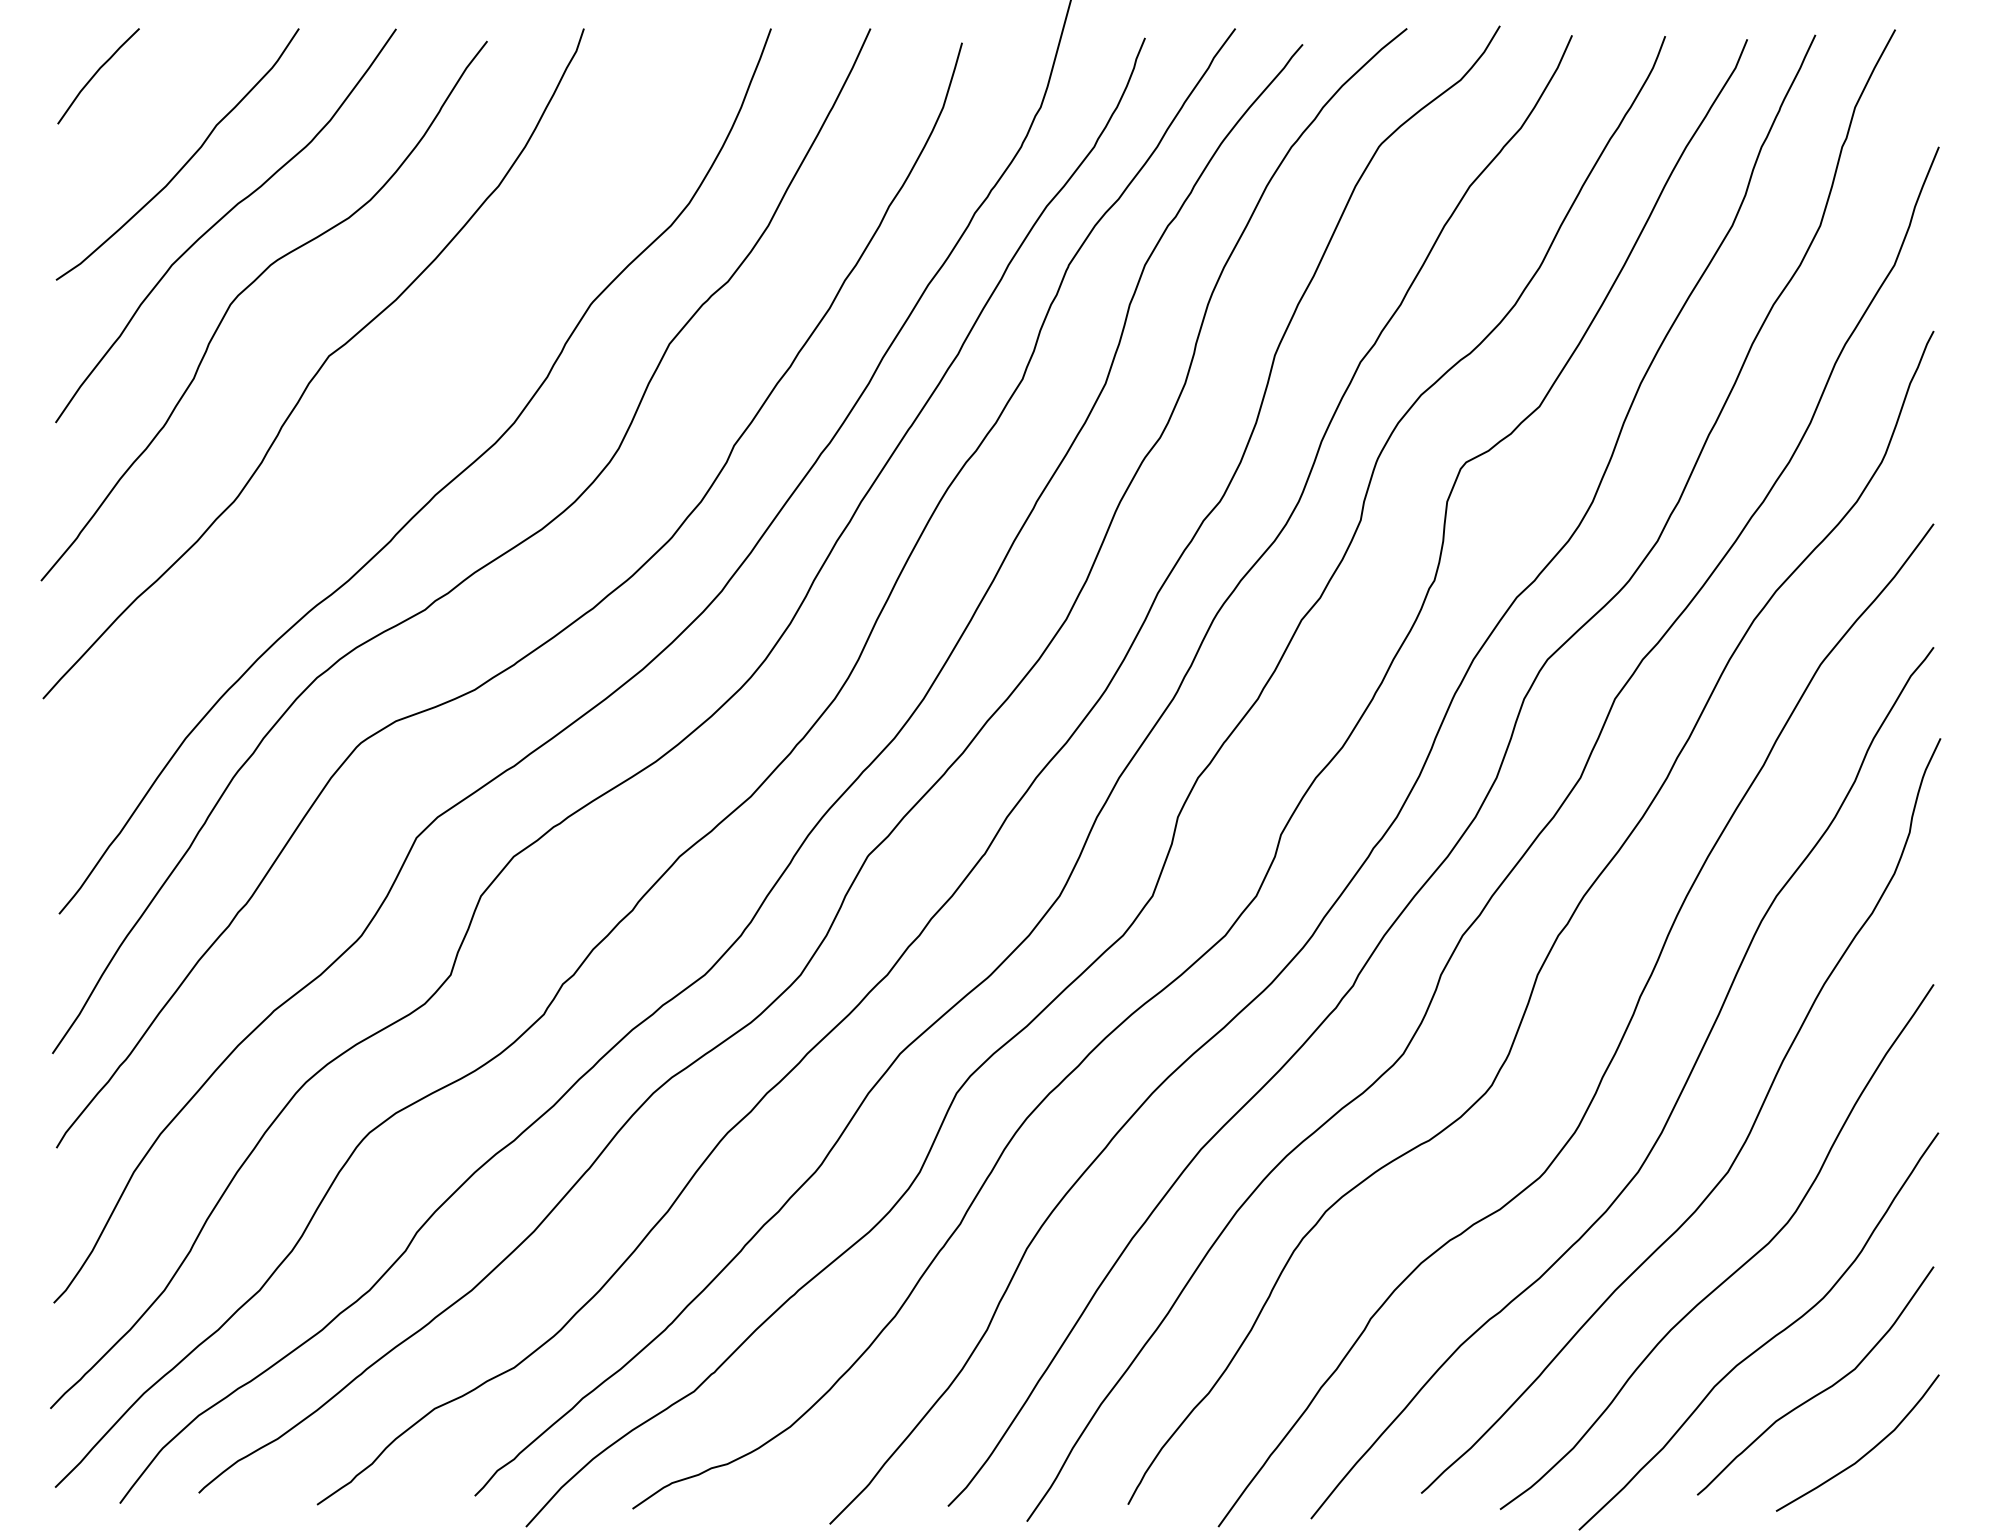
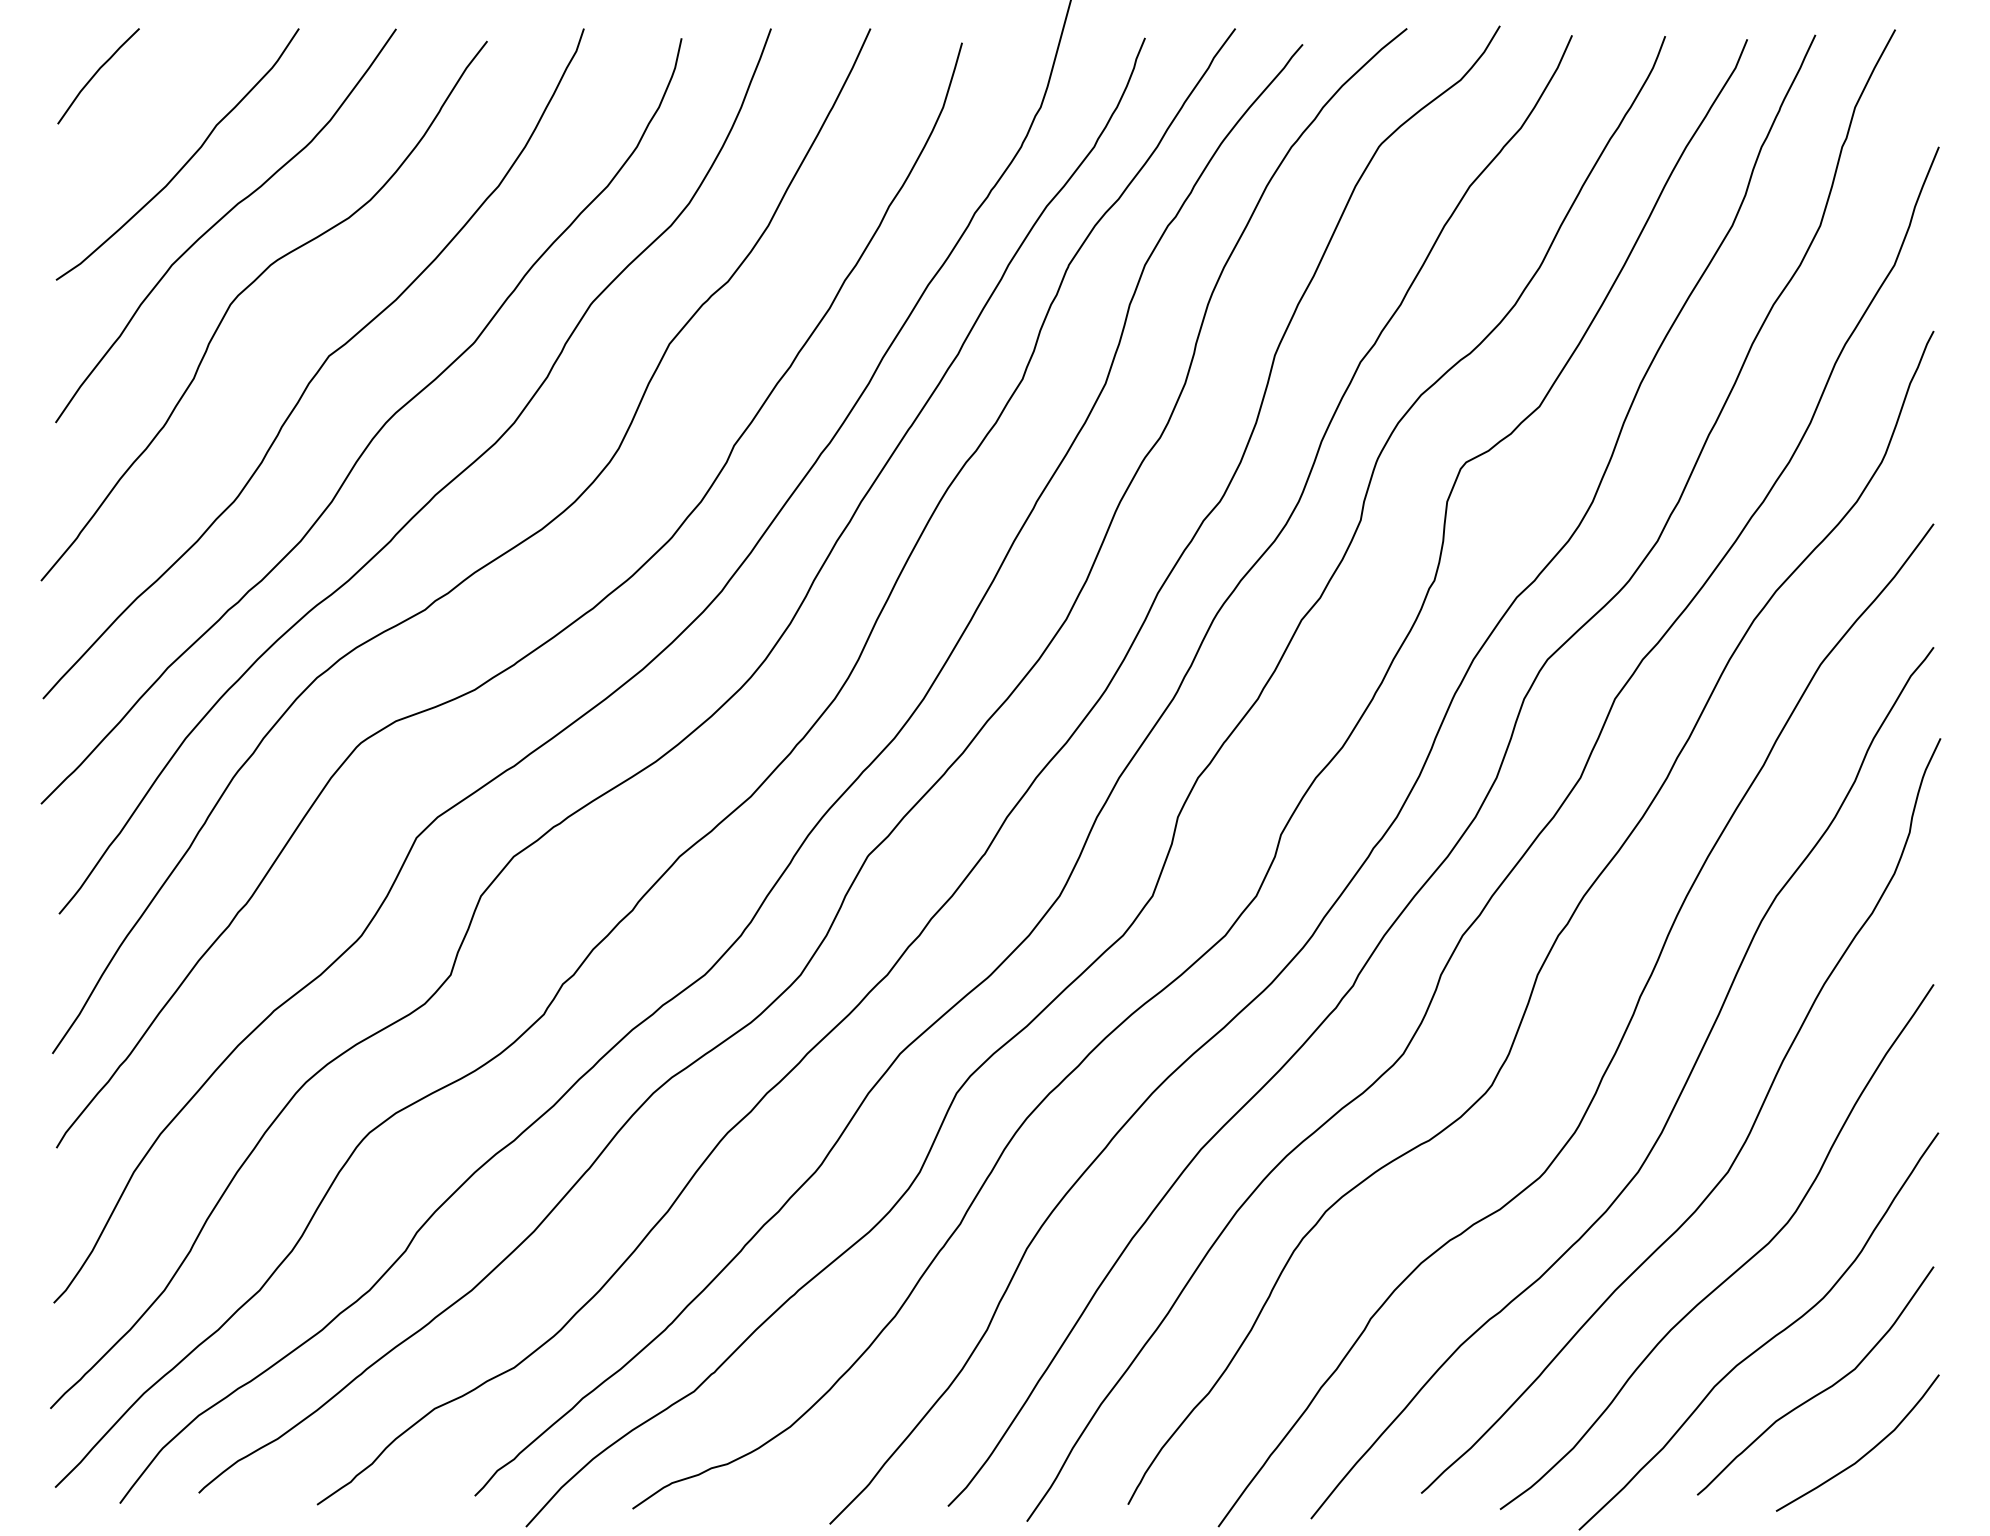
curve at (376, 432): none -> present
